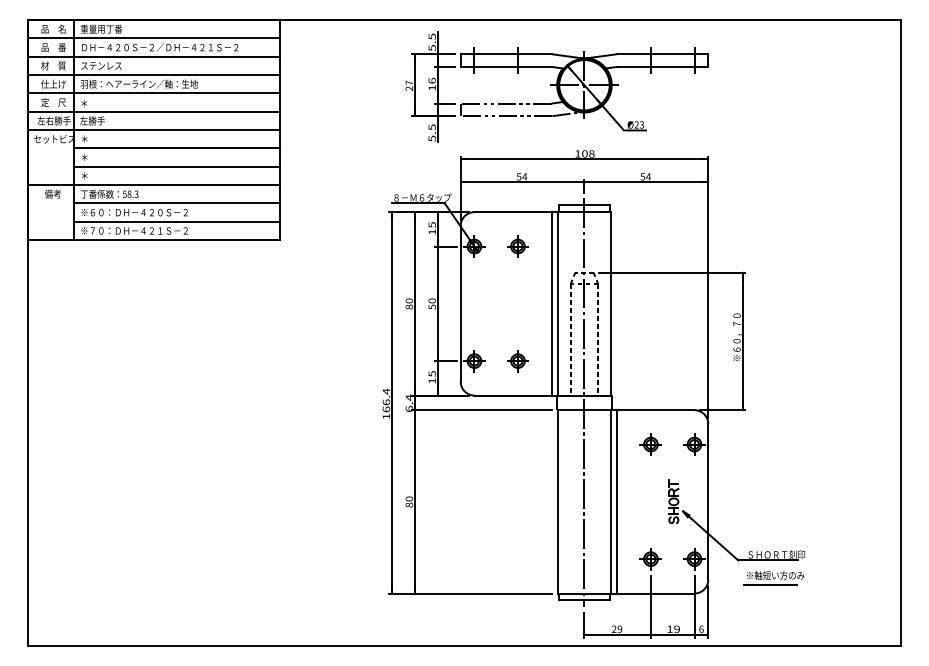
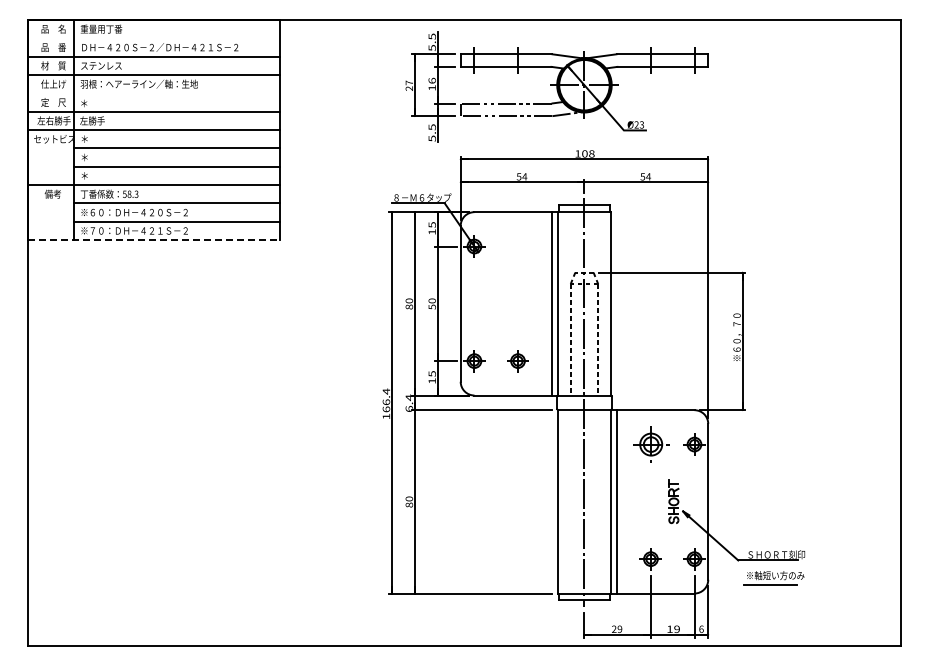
line at (153, 38): present -> none
line at (153, 93): present -> none
line at (154, 240): solid -> dashed
part at (517, 246): present -> none
part at (650, 444) size: 23x23 px -> 37x37 px
